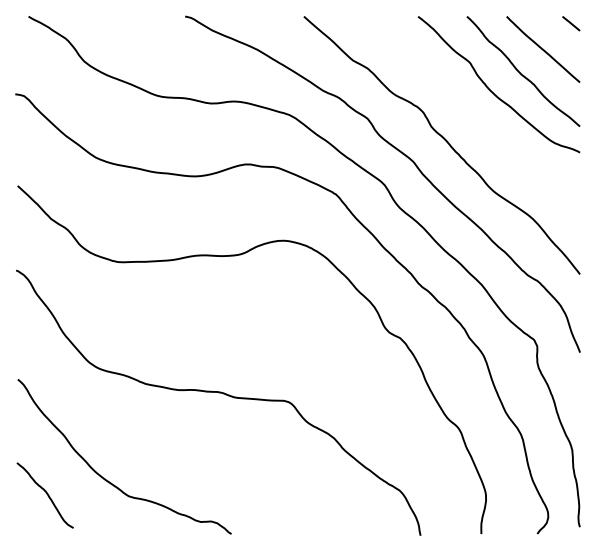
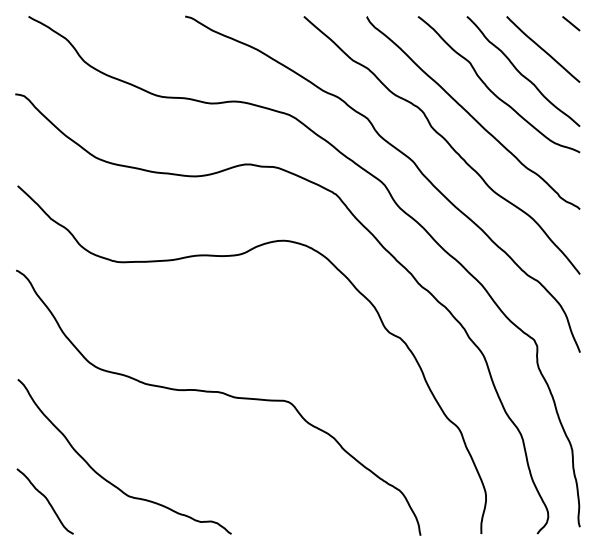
curve at (471, 114): none -> present
curve at (46, 494) position: (46, 494) -> (46, 500)
